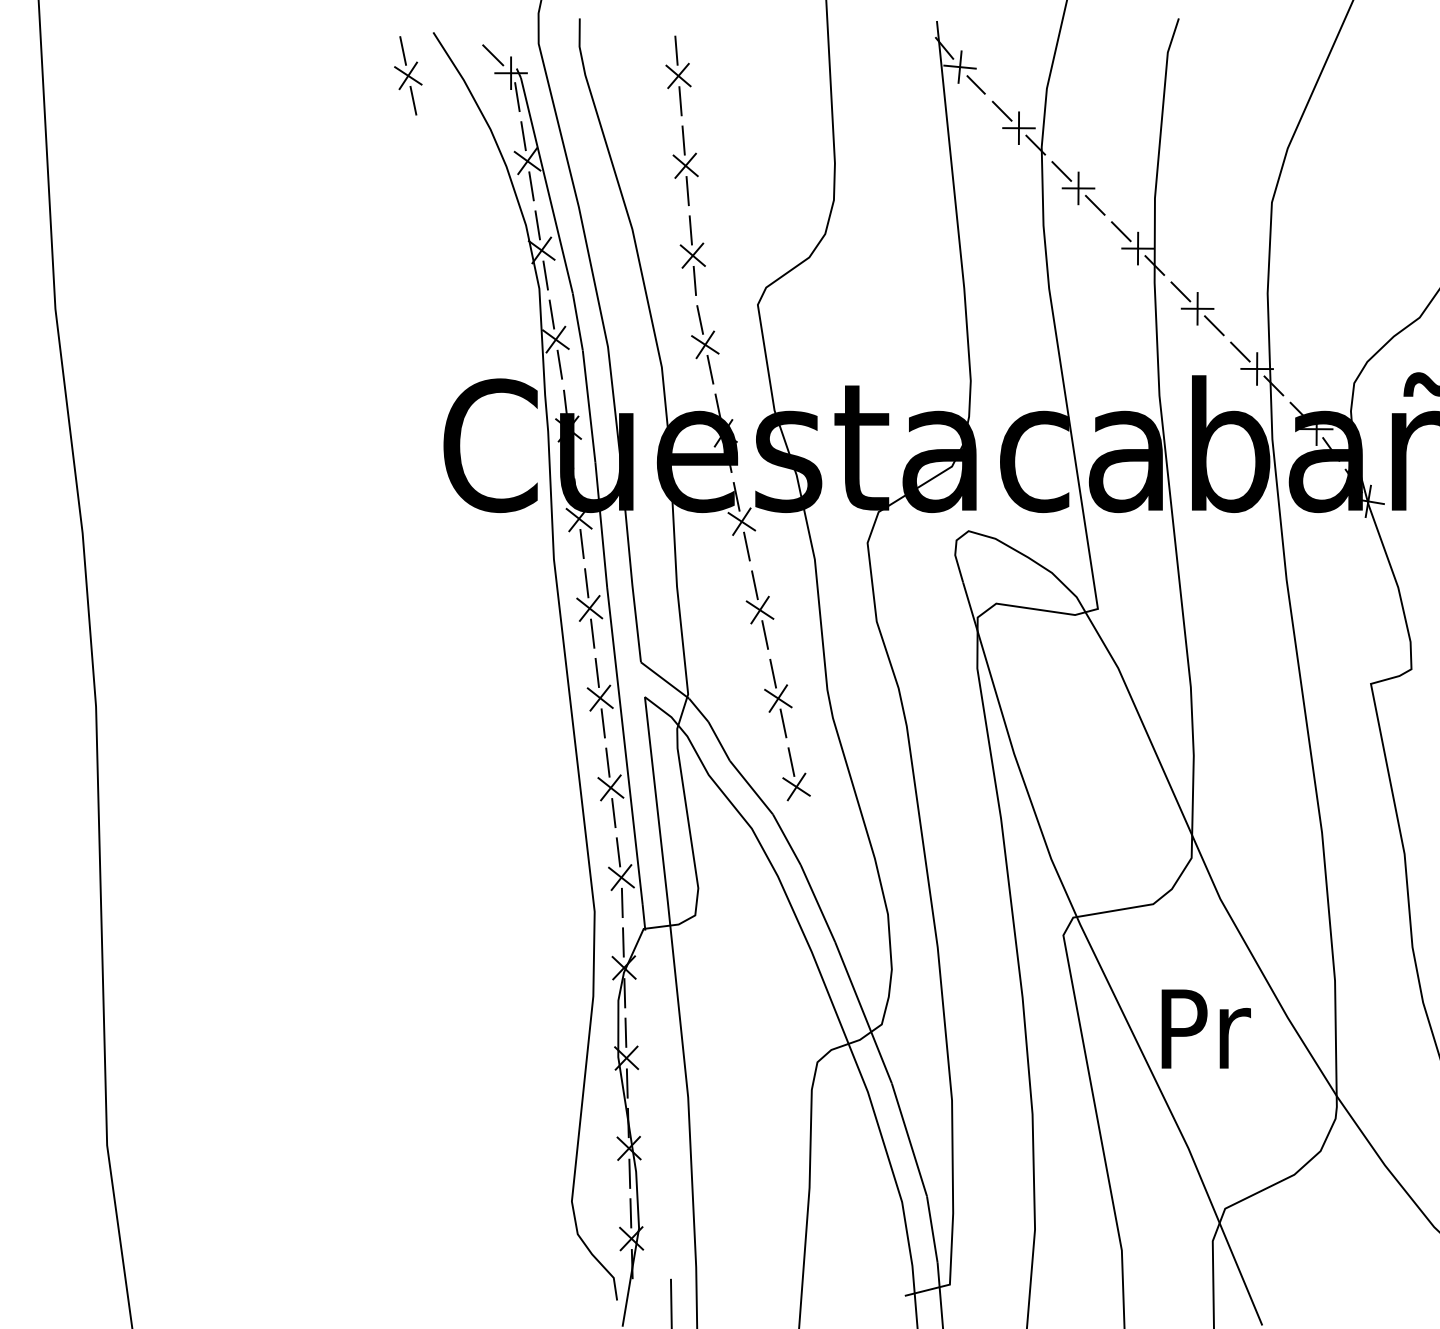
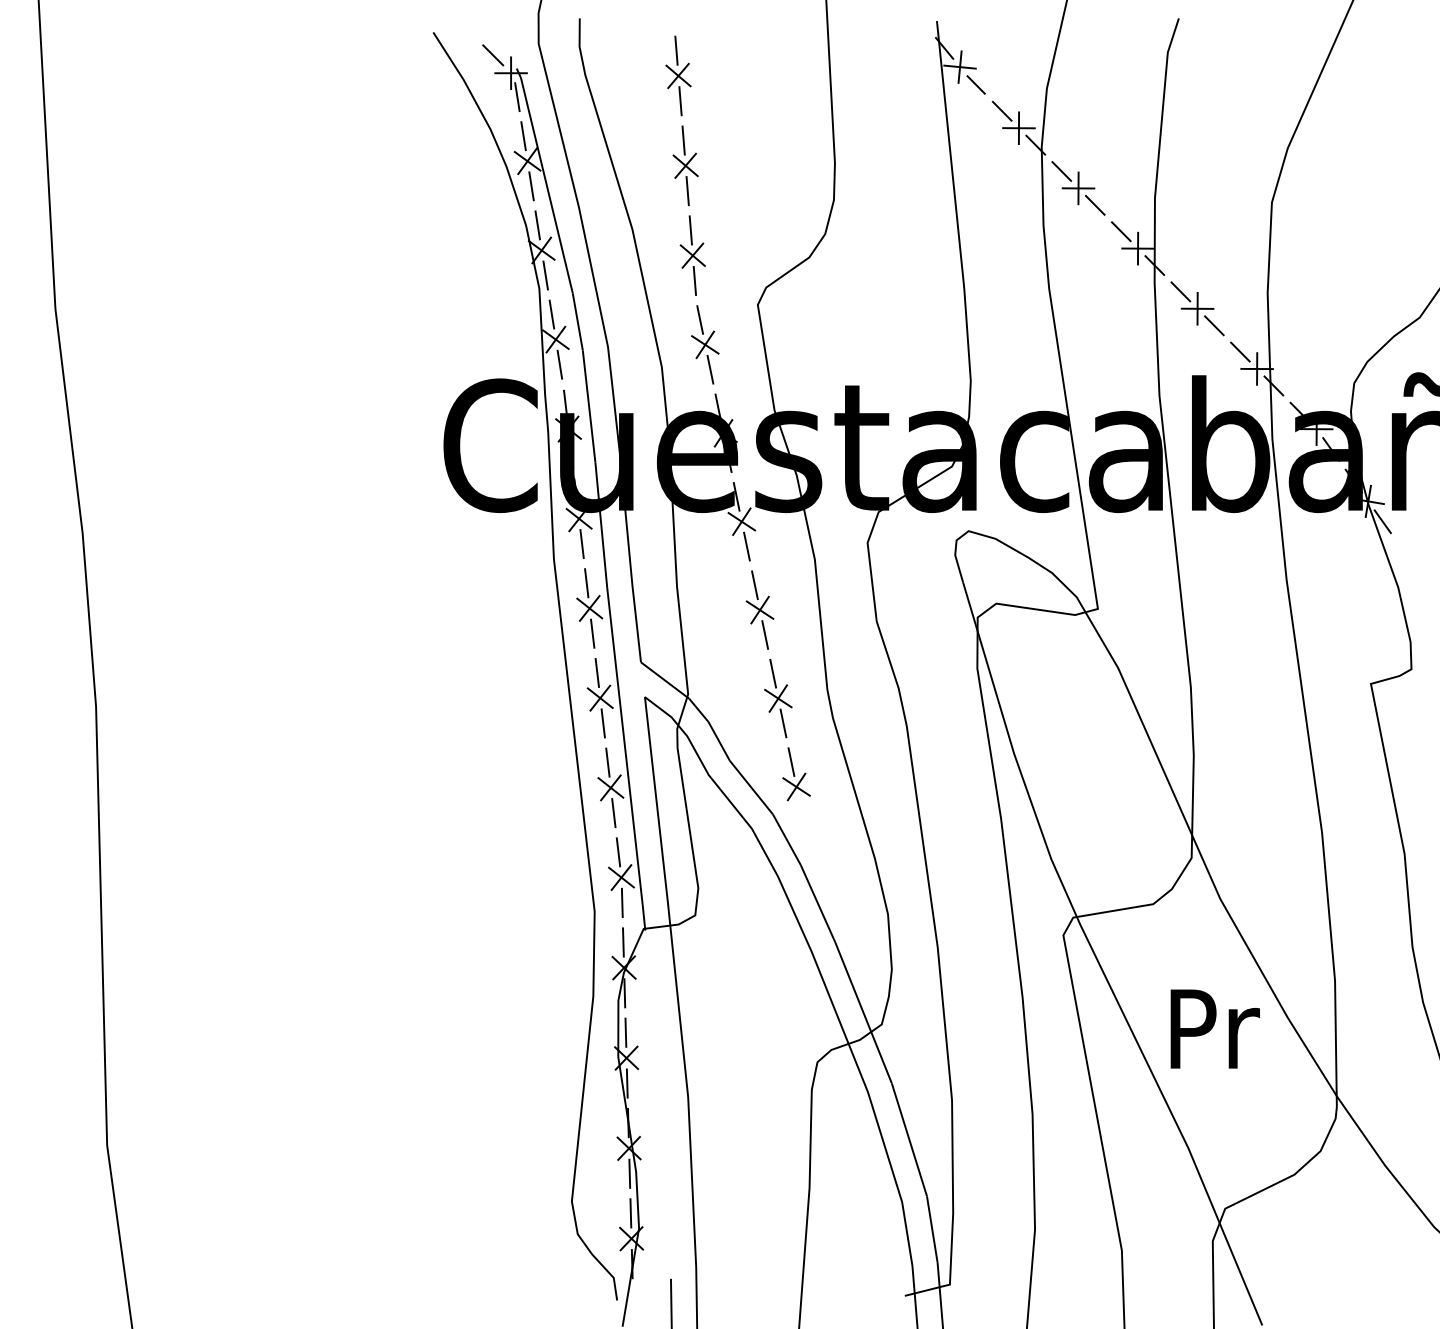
part at (408, 75): present -> none
line at (1382, 521): none -> present
text at (1205, 1028) position: (1205, 1028) -> (1214, 1028)
